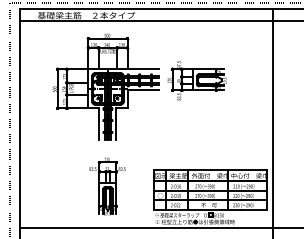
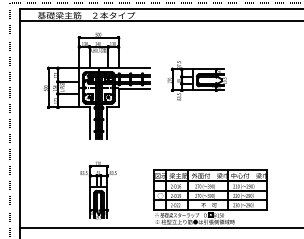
part at (105, 86) position: (105, 86) -> (96, 85)
line at (272, 122): present -> none
part at (107, 186) position: (107, 186) -> (98, 190)
